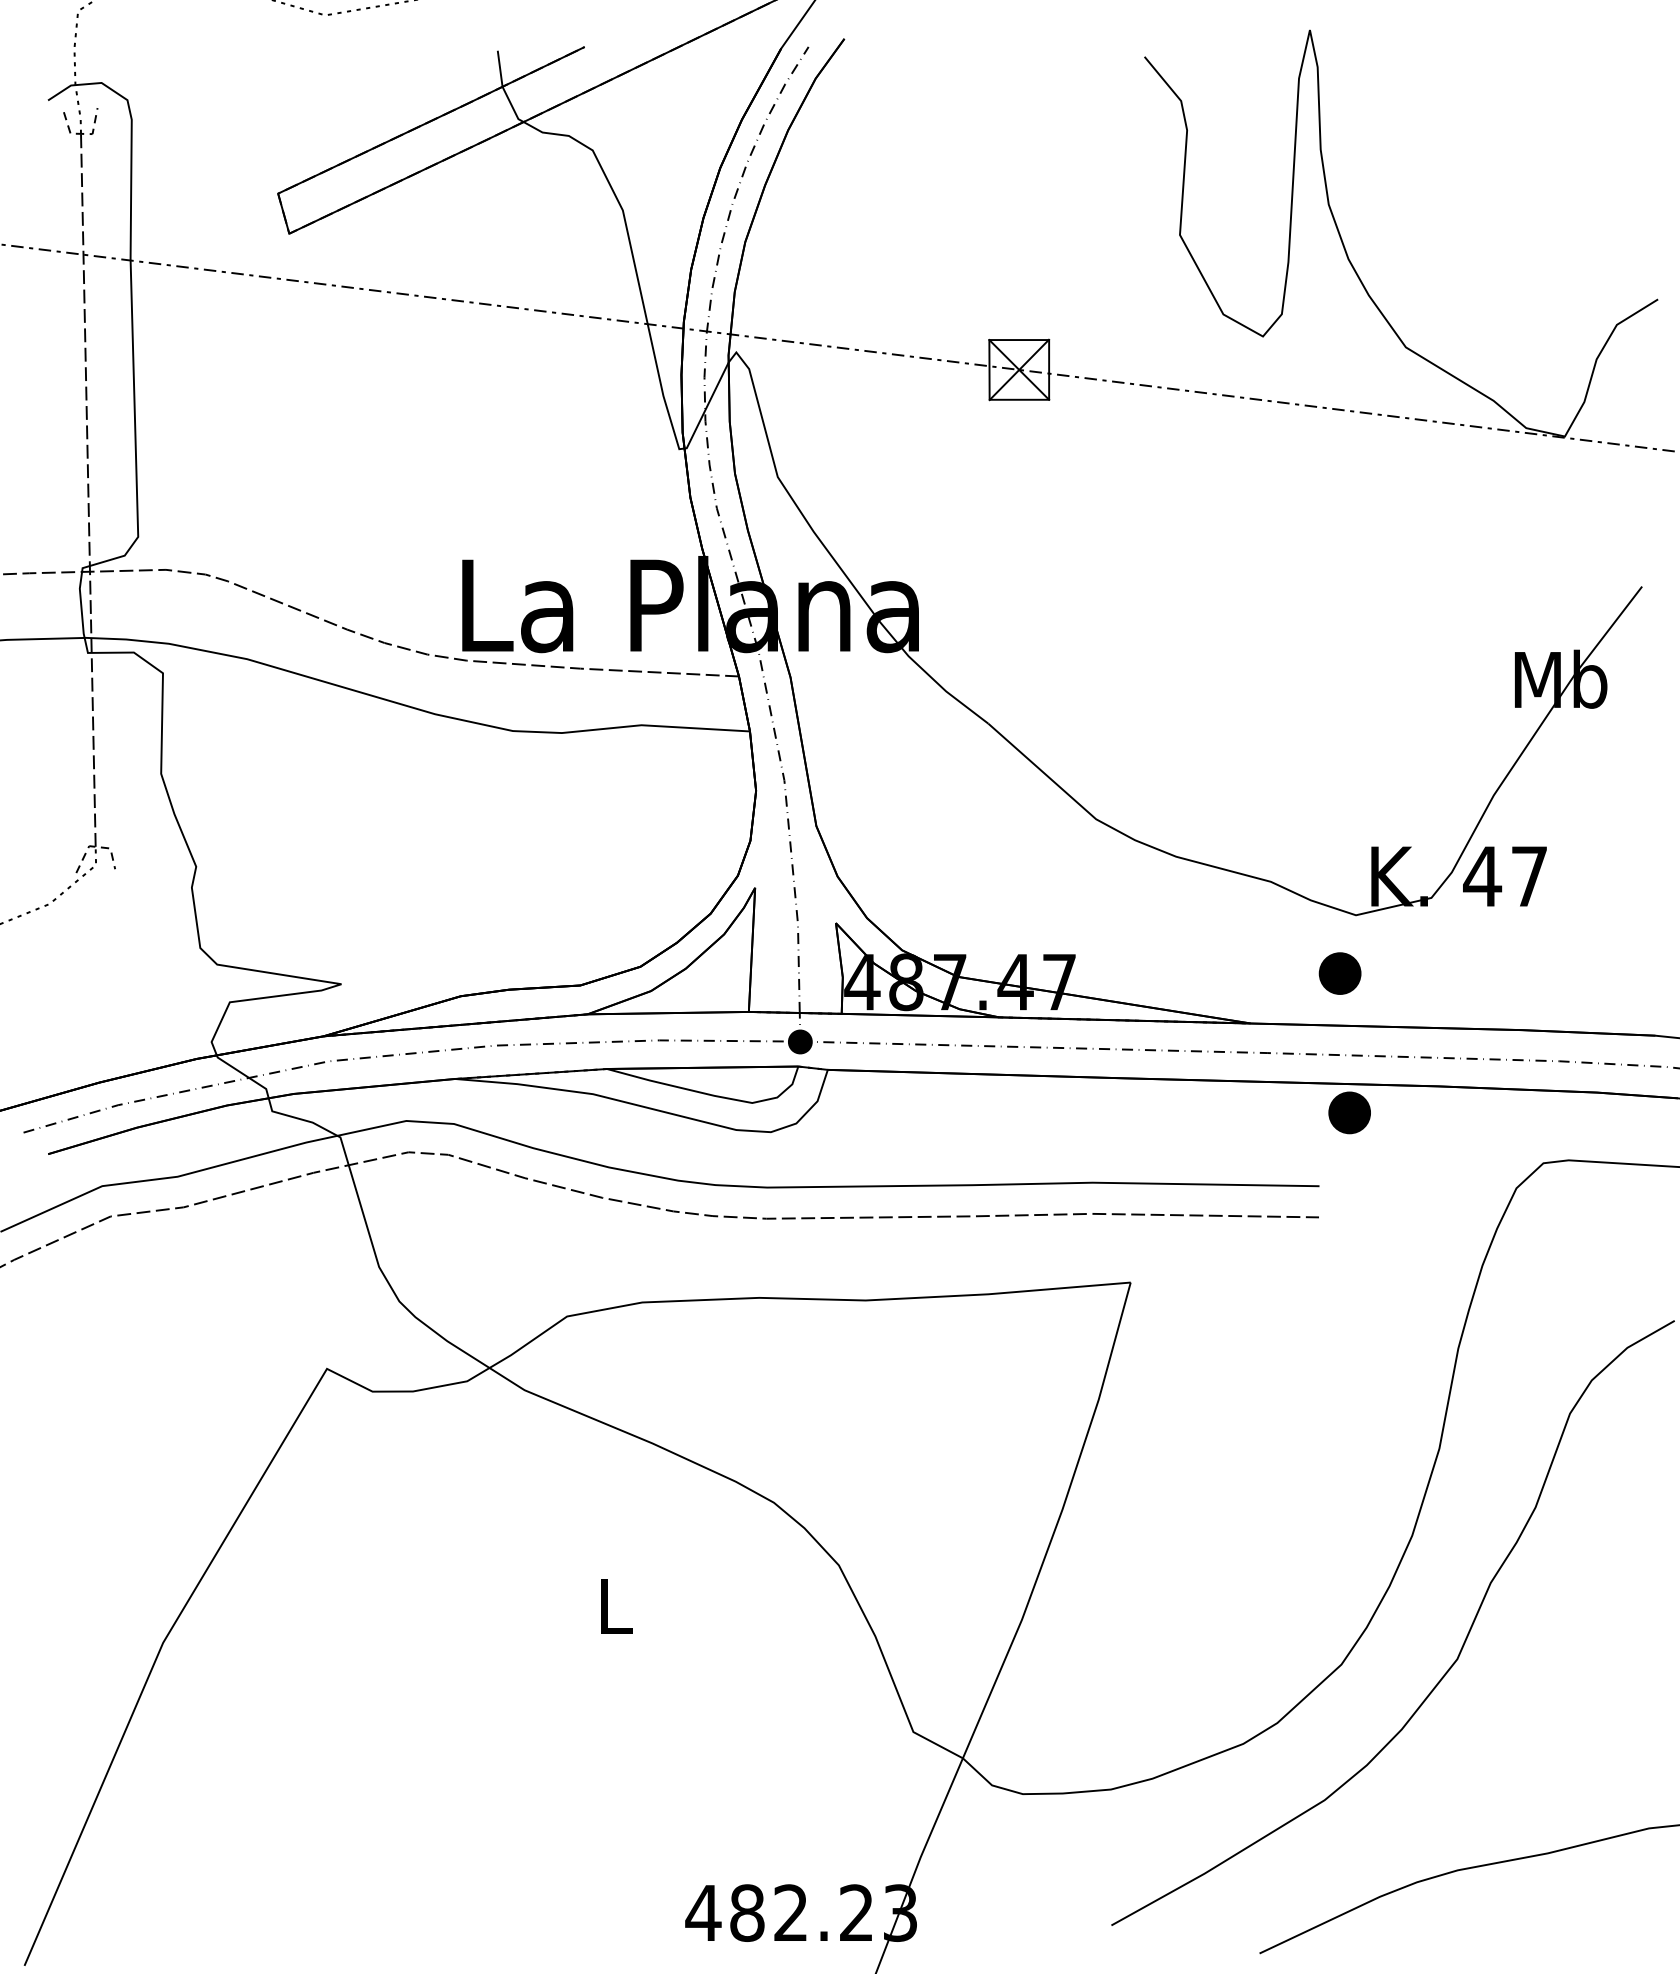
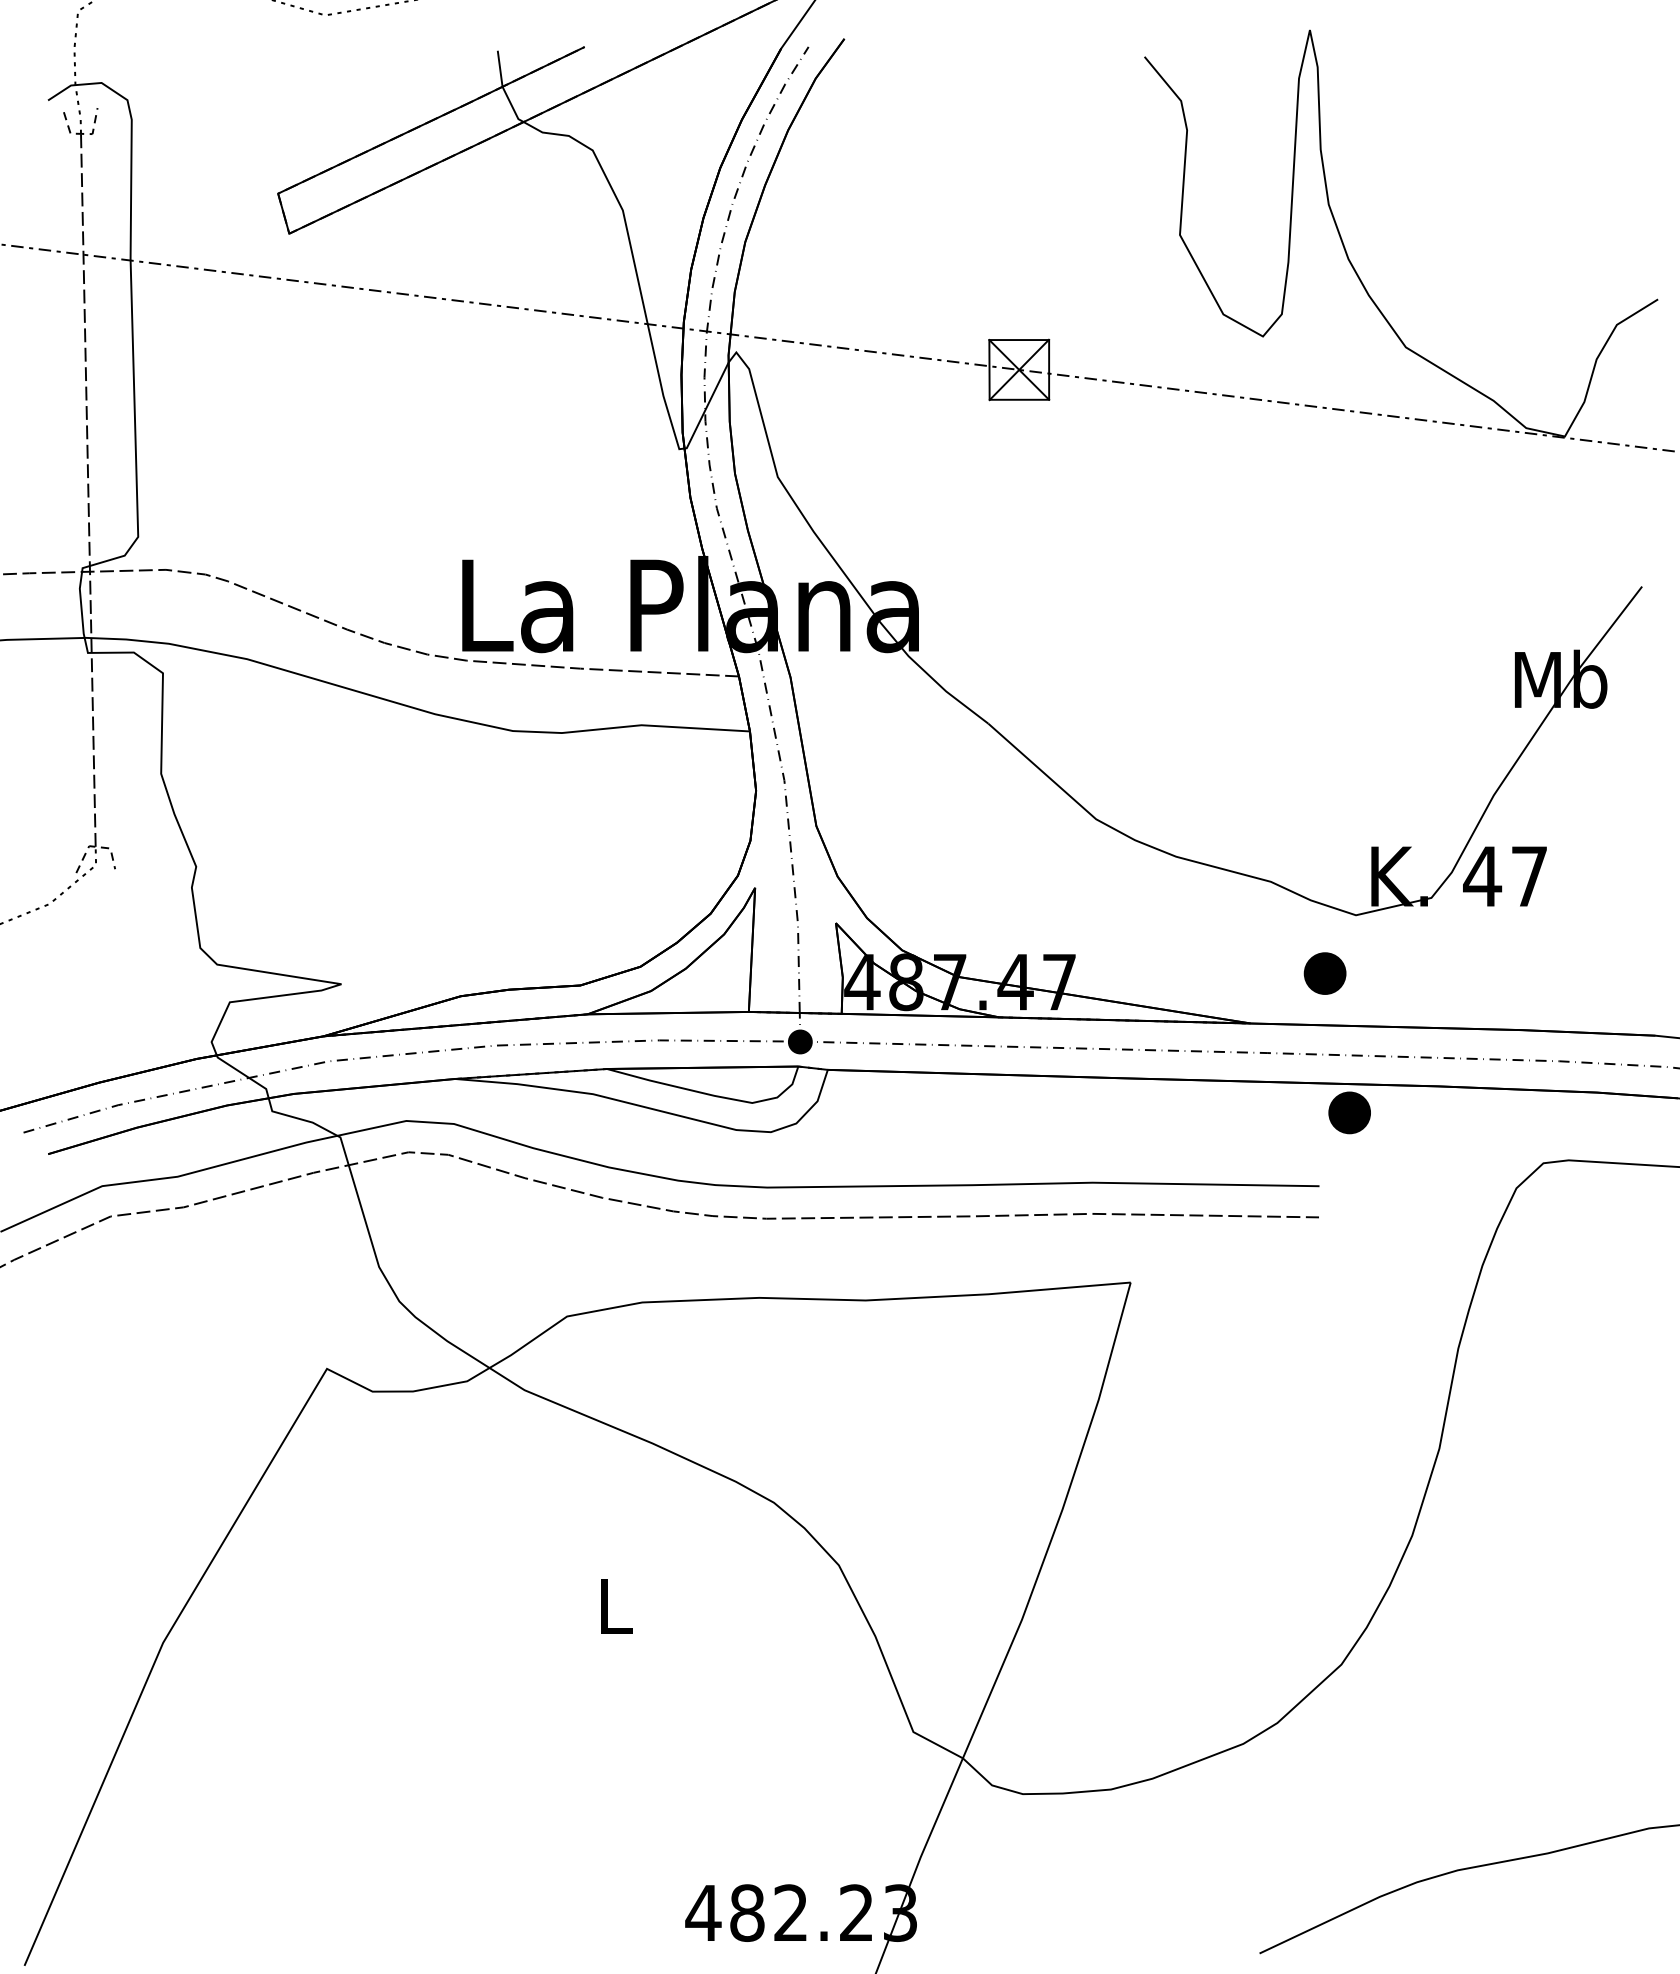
part at (1339, 973) position: (1339, 973) -> (1324, 973)
curve at (1448, 1668): present -> none
